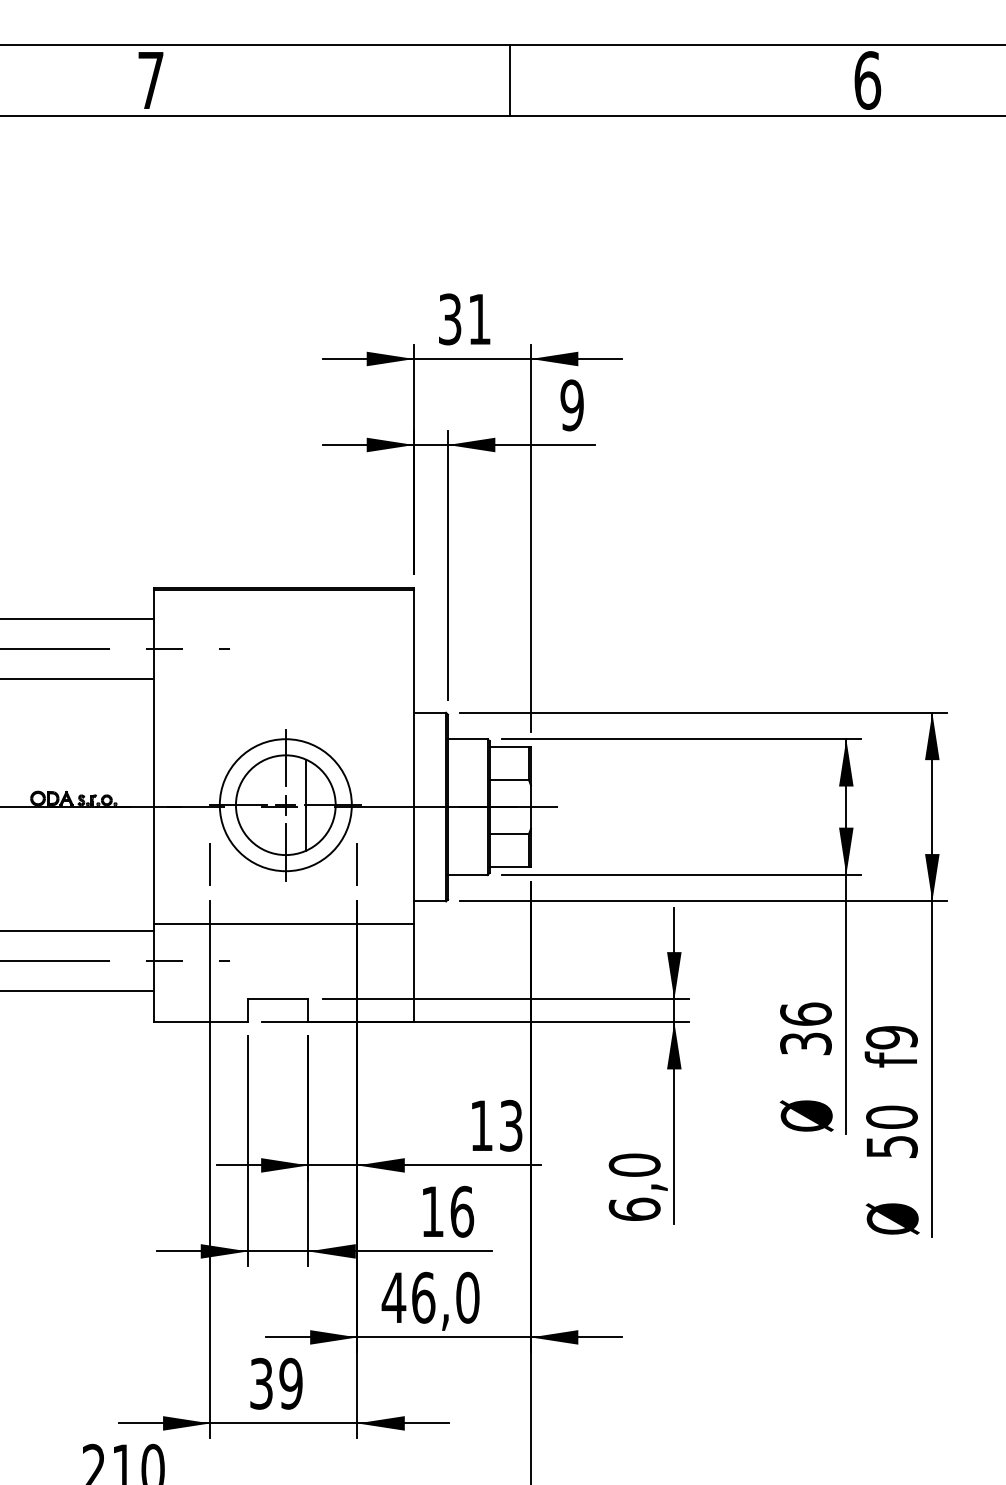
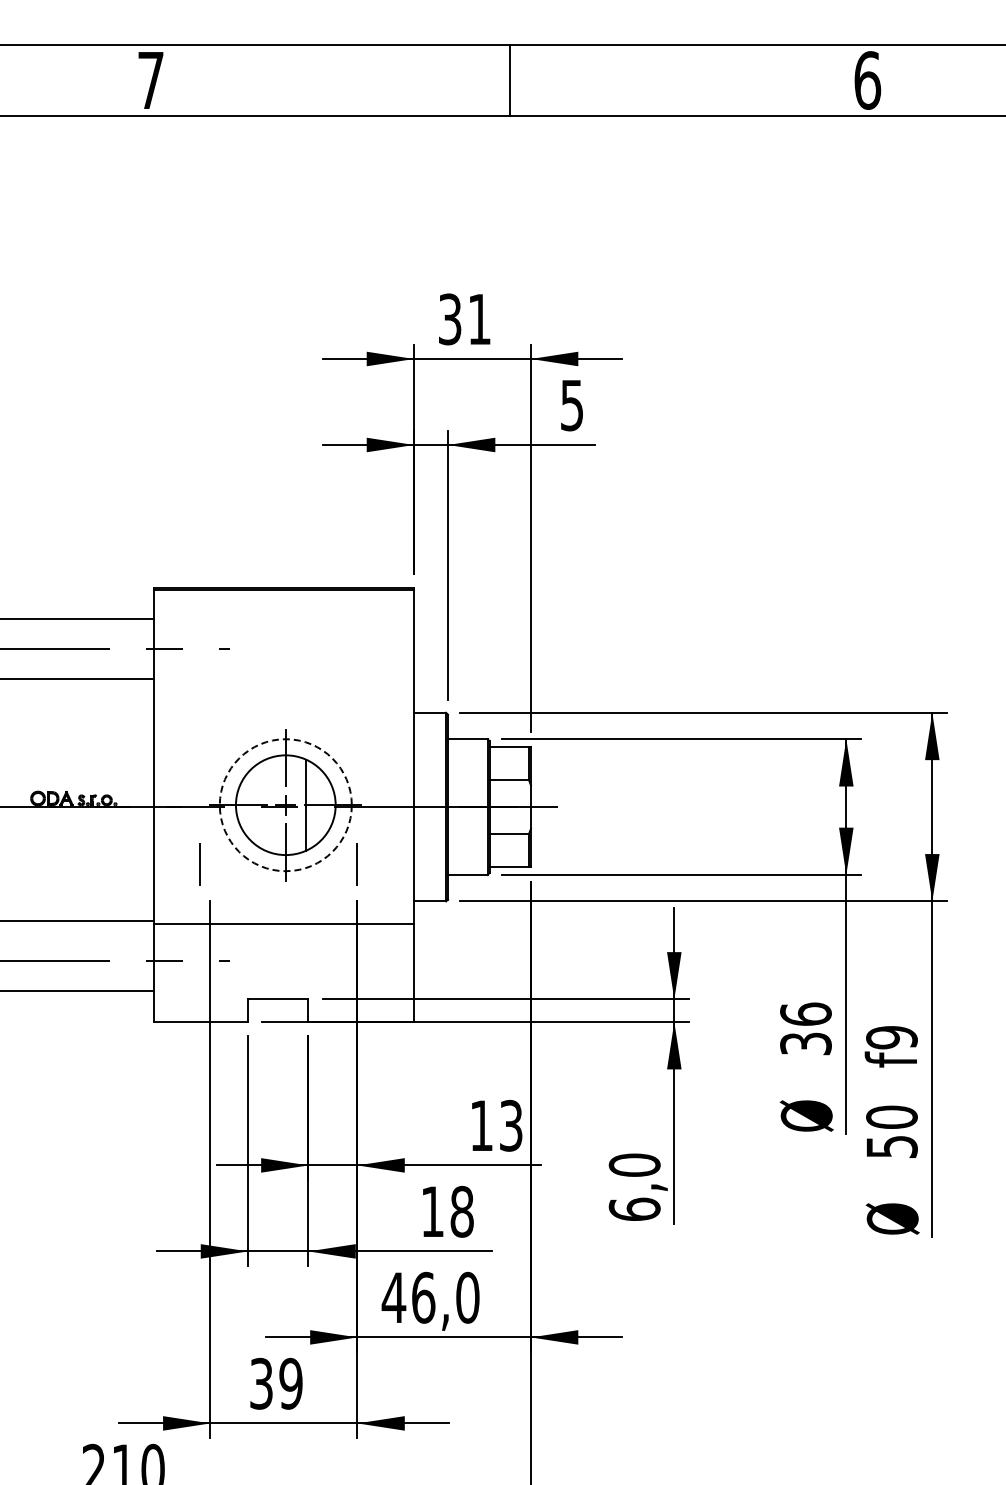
text at (571, 405): 9 -> 5
circle at (285, 805): solid -> dashed
line at (209, 864) position: (209, 864) -> (199, 864)
line at (77, 931) position: (77, 931) -> (77, 921)
text at (462, 1211): 16 -> 18
